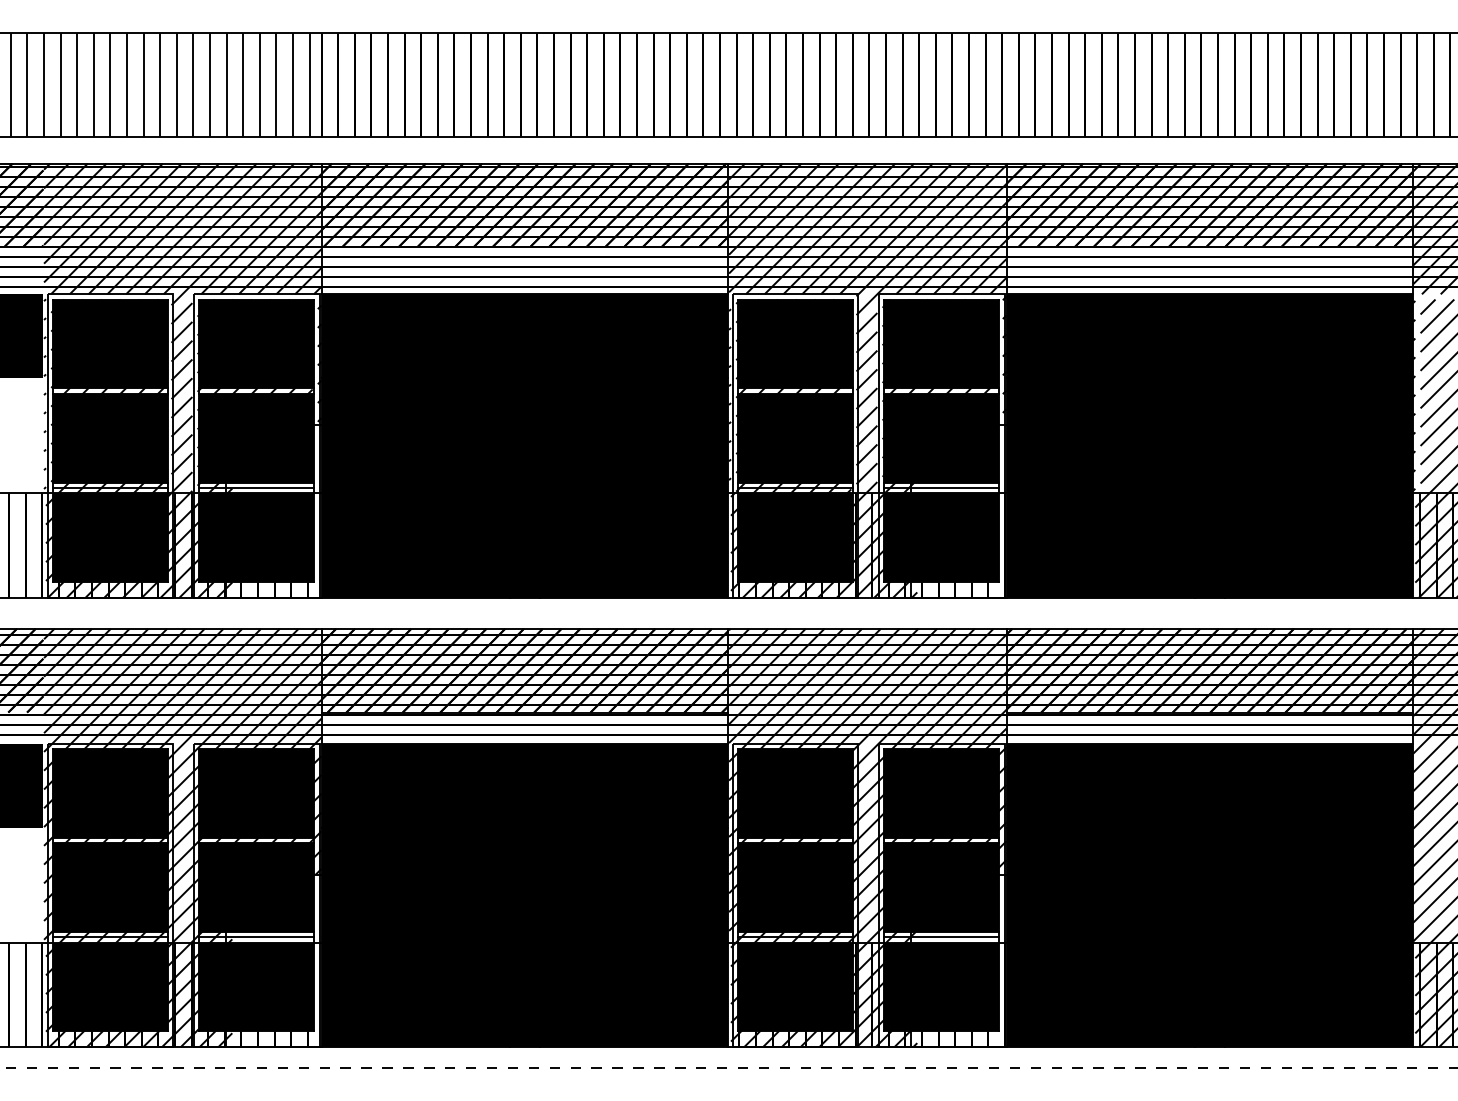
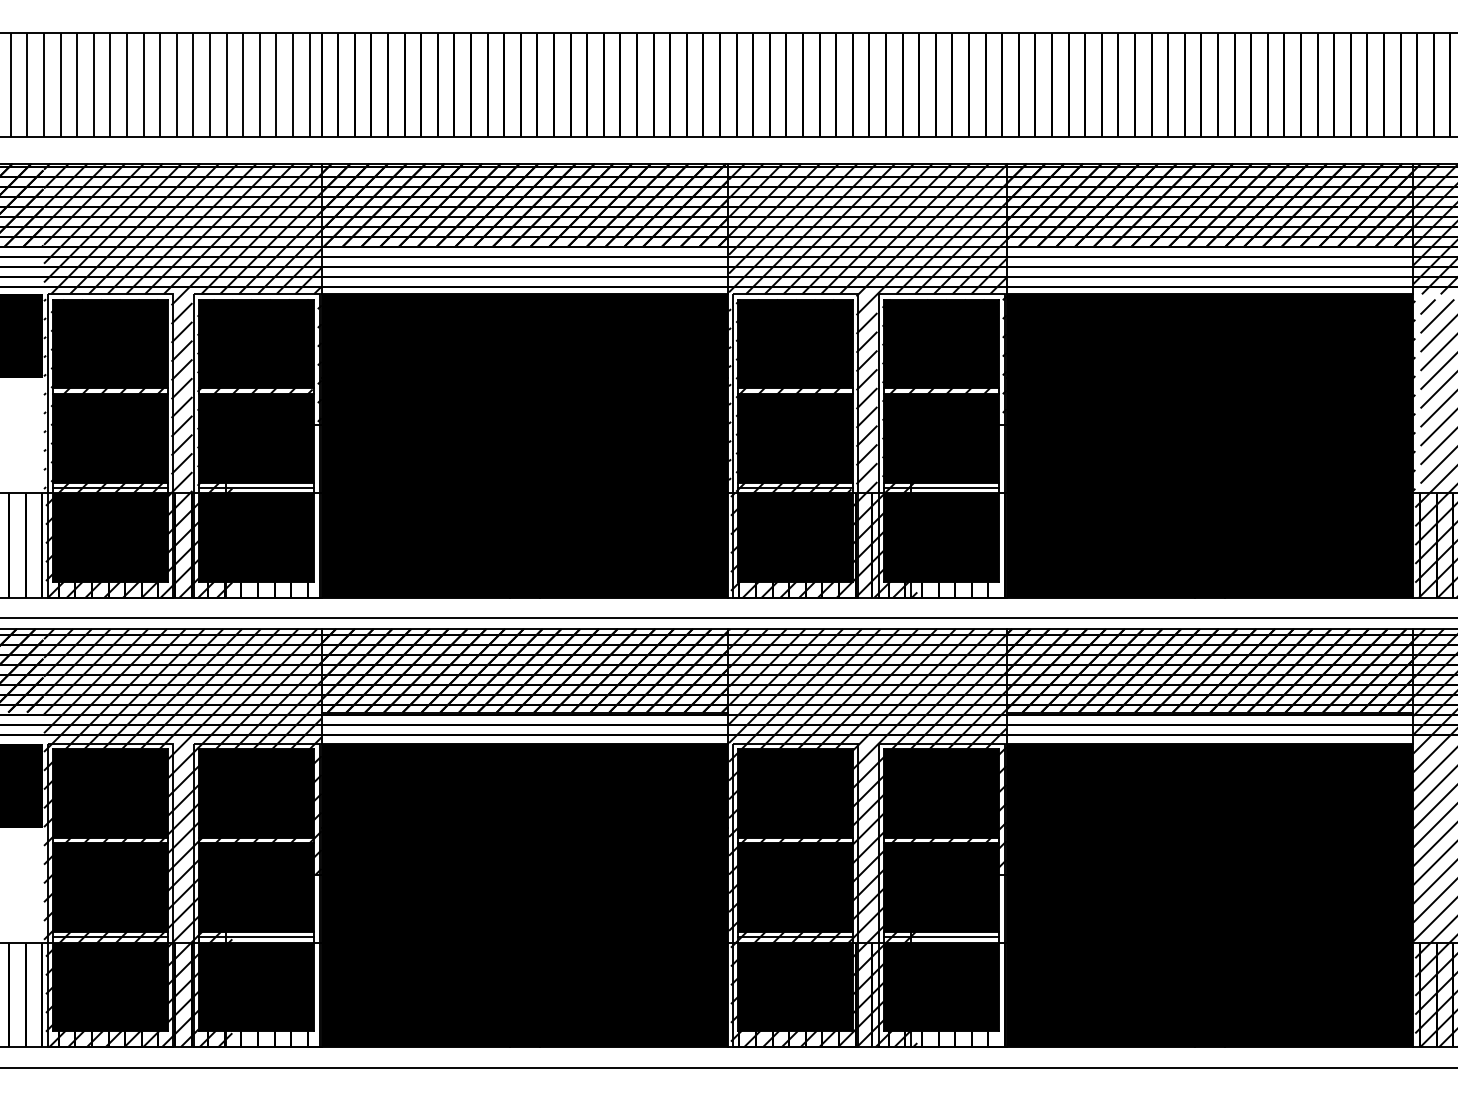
line at (728, 618): none -> present
line at (729, 1068): dashed -> solid
